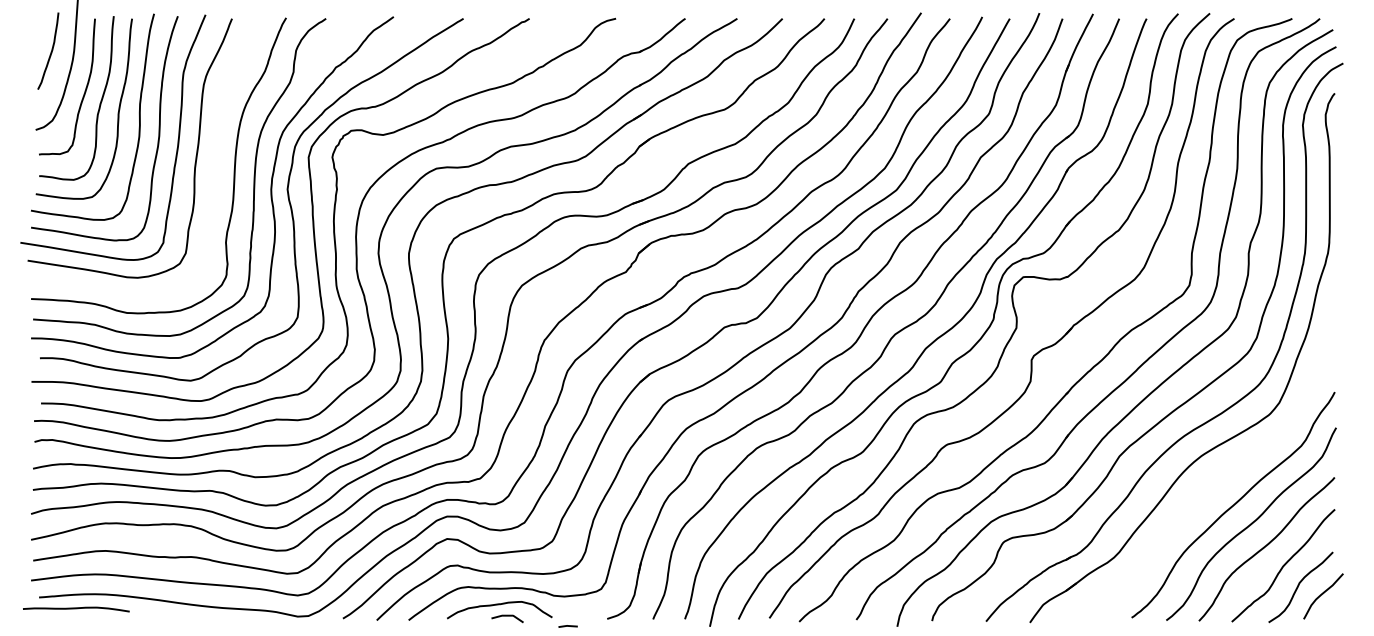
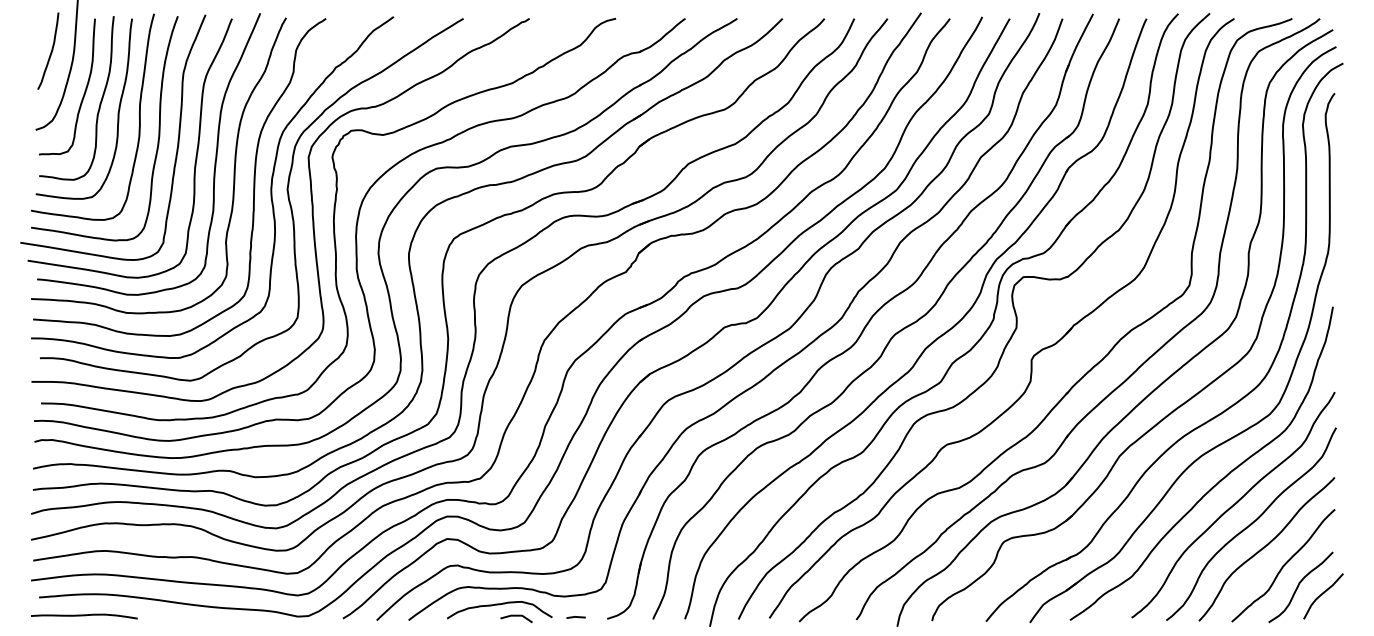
curve at (214, 161): none -> present
curve at (1219, 480): none -> present
curve at (76, 609) position: (76, 609) -> (84, 616)
curve at (507, 616) position: (507, 616) -> (516, 616)
line at (567, 626) position: (567, 626) -> (575, 617)
